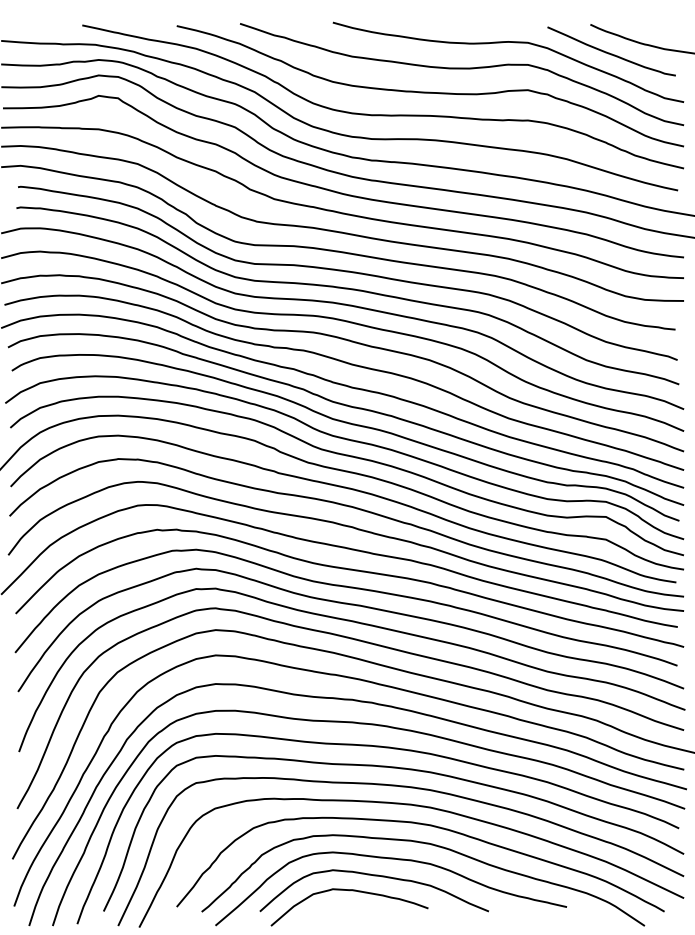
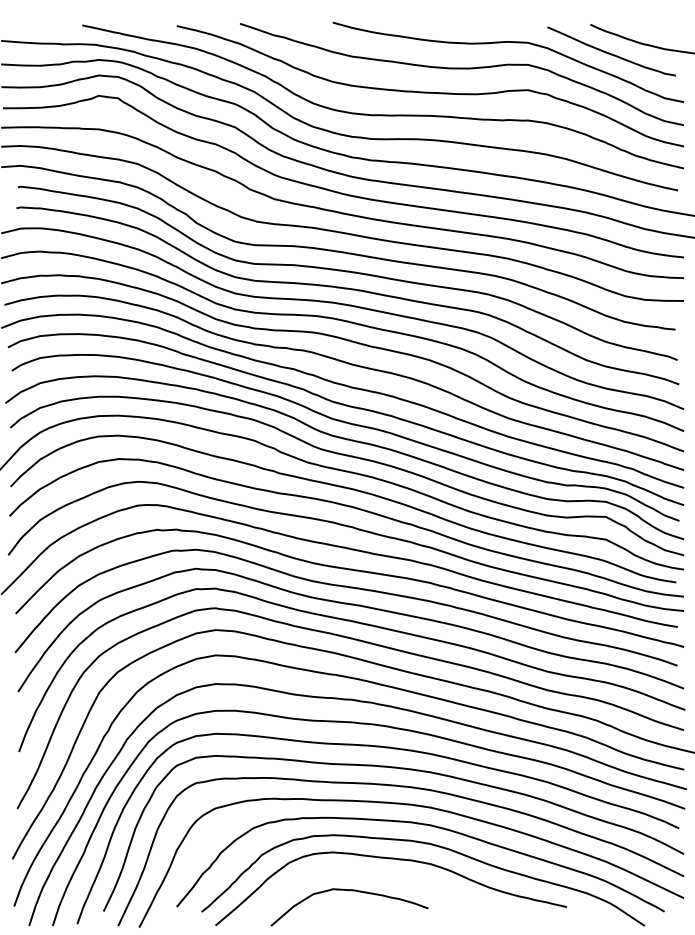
curve at (373, 876): present -> none
